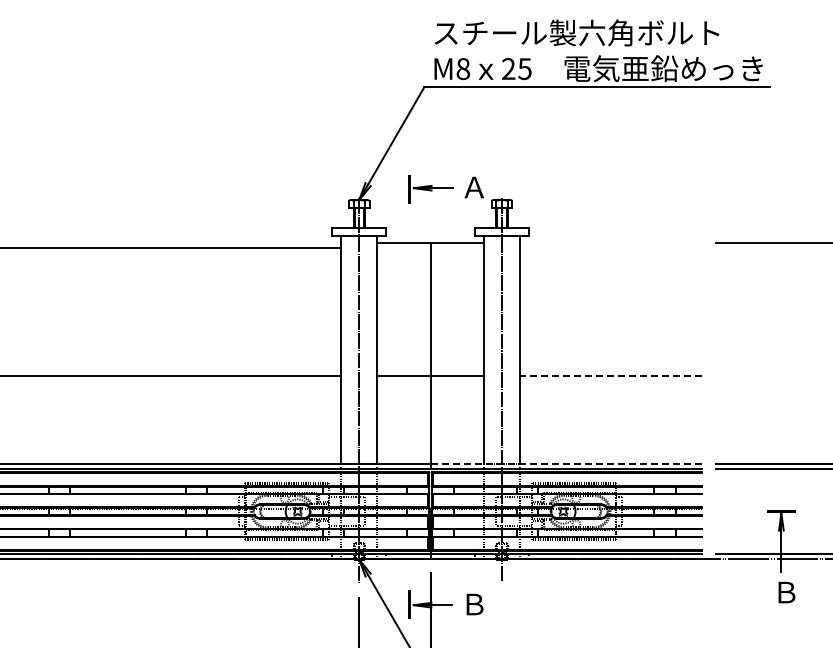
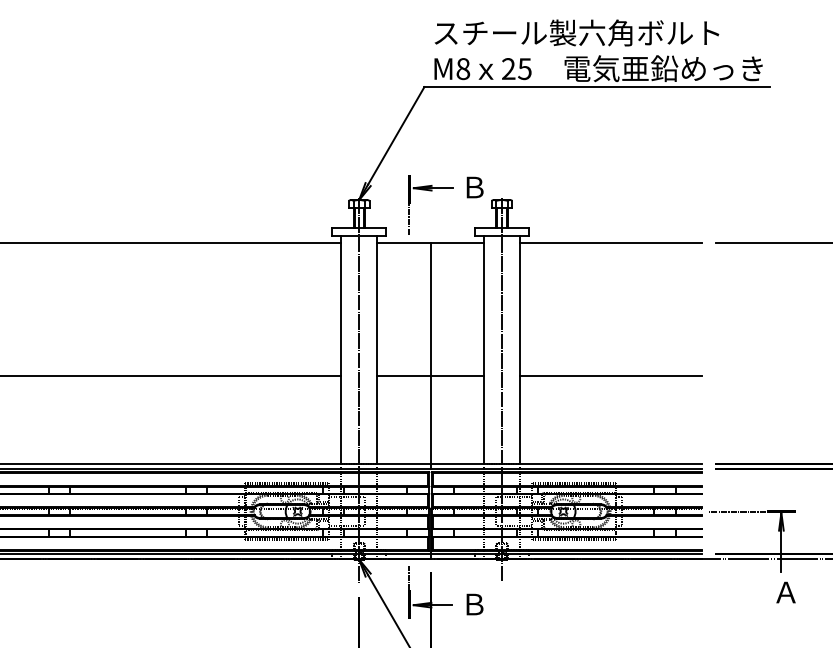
text at (473, 187): Ａ -> Ｂ
line at (409, 218): none -> present
line at (610, 243): none -> present
line at (171, 248) position: (171, 248) -> (171, 243)
line at (610, 375): dashed -> solid
line at (566, 464): dashed -> solid
line at (736, 511): none -> present
line at (409, 577): none -> present
text at (785, 592): Ｂ -> Ａ
